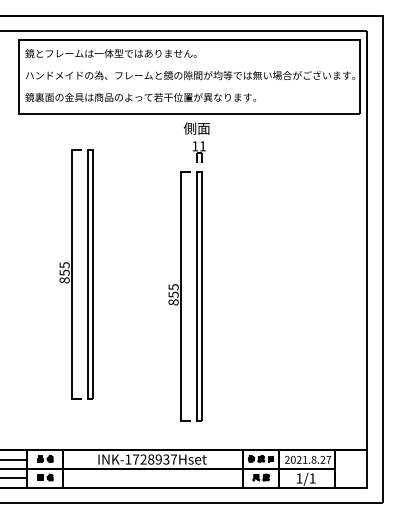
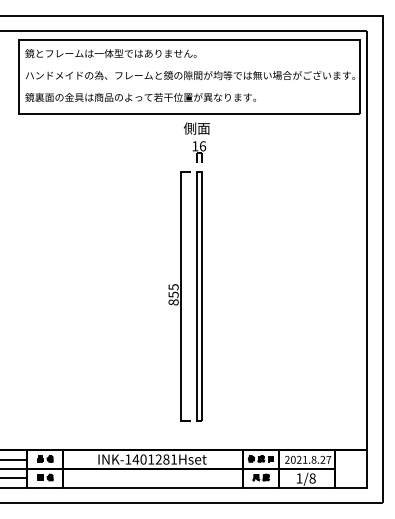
text at (203, 146): 11 -> 16
part at (76, 274): present -> none
text at (154, 459): INK-1728937Hset -> INK-1401281Hset
text at (312, 478): 1/1 -> 1/8
